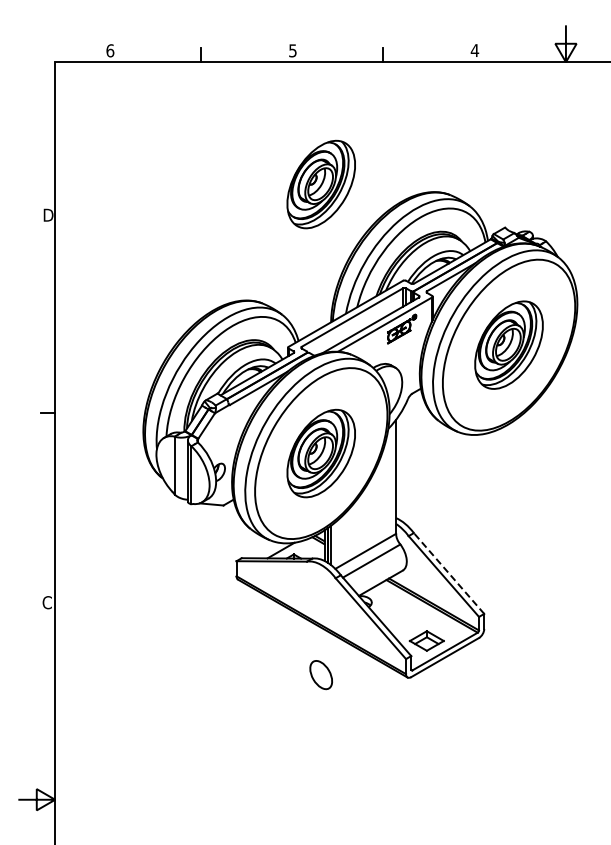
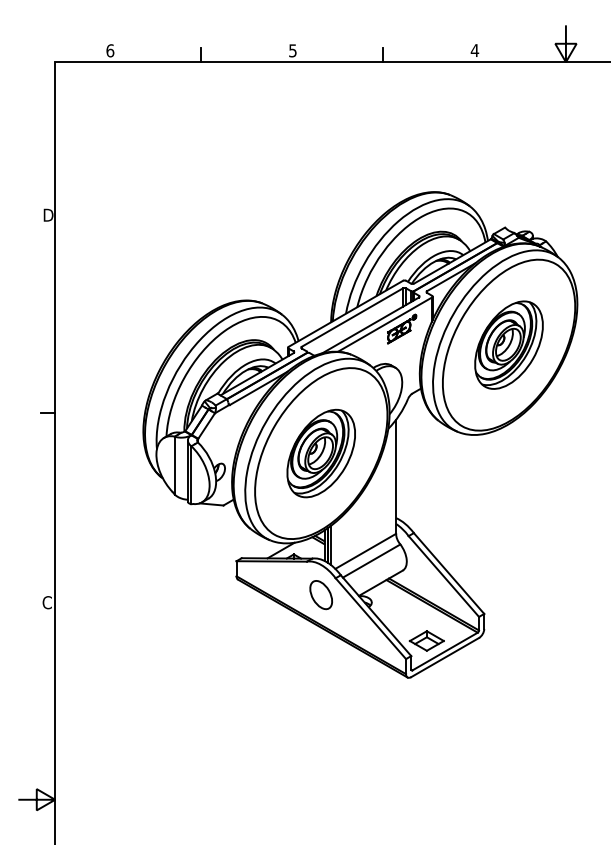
part at (320, 184): present -> none
line at (449, 573): dashed -> solid
part at (320, 675) position: (320, 675) -> (320, 595)
